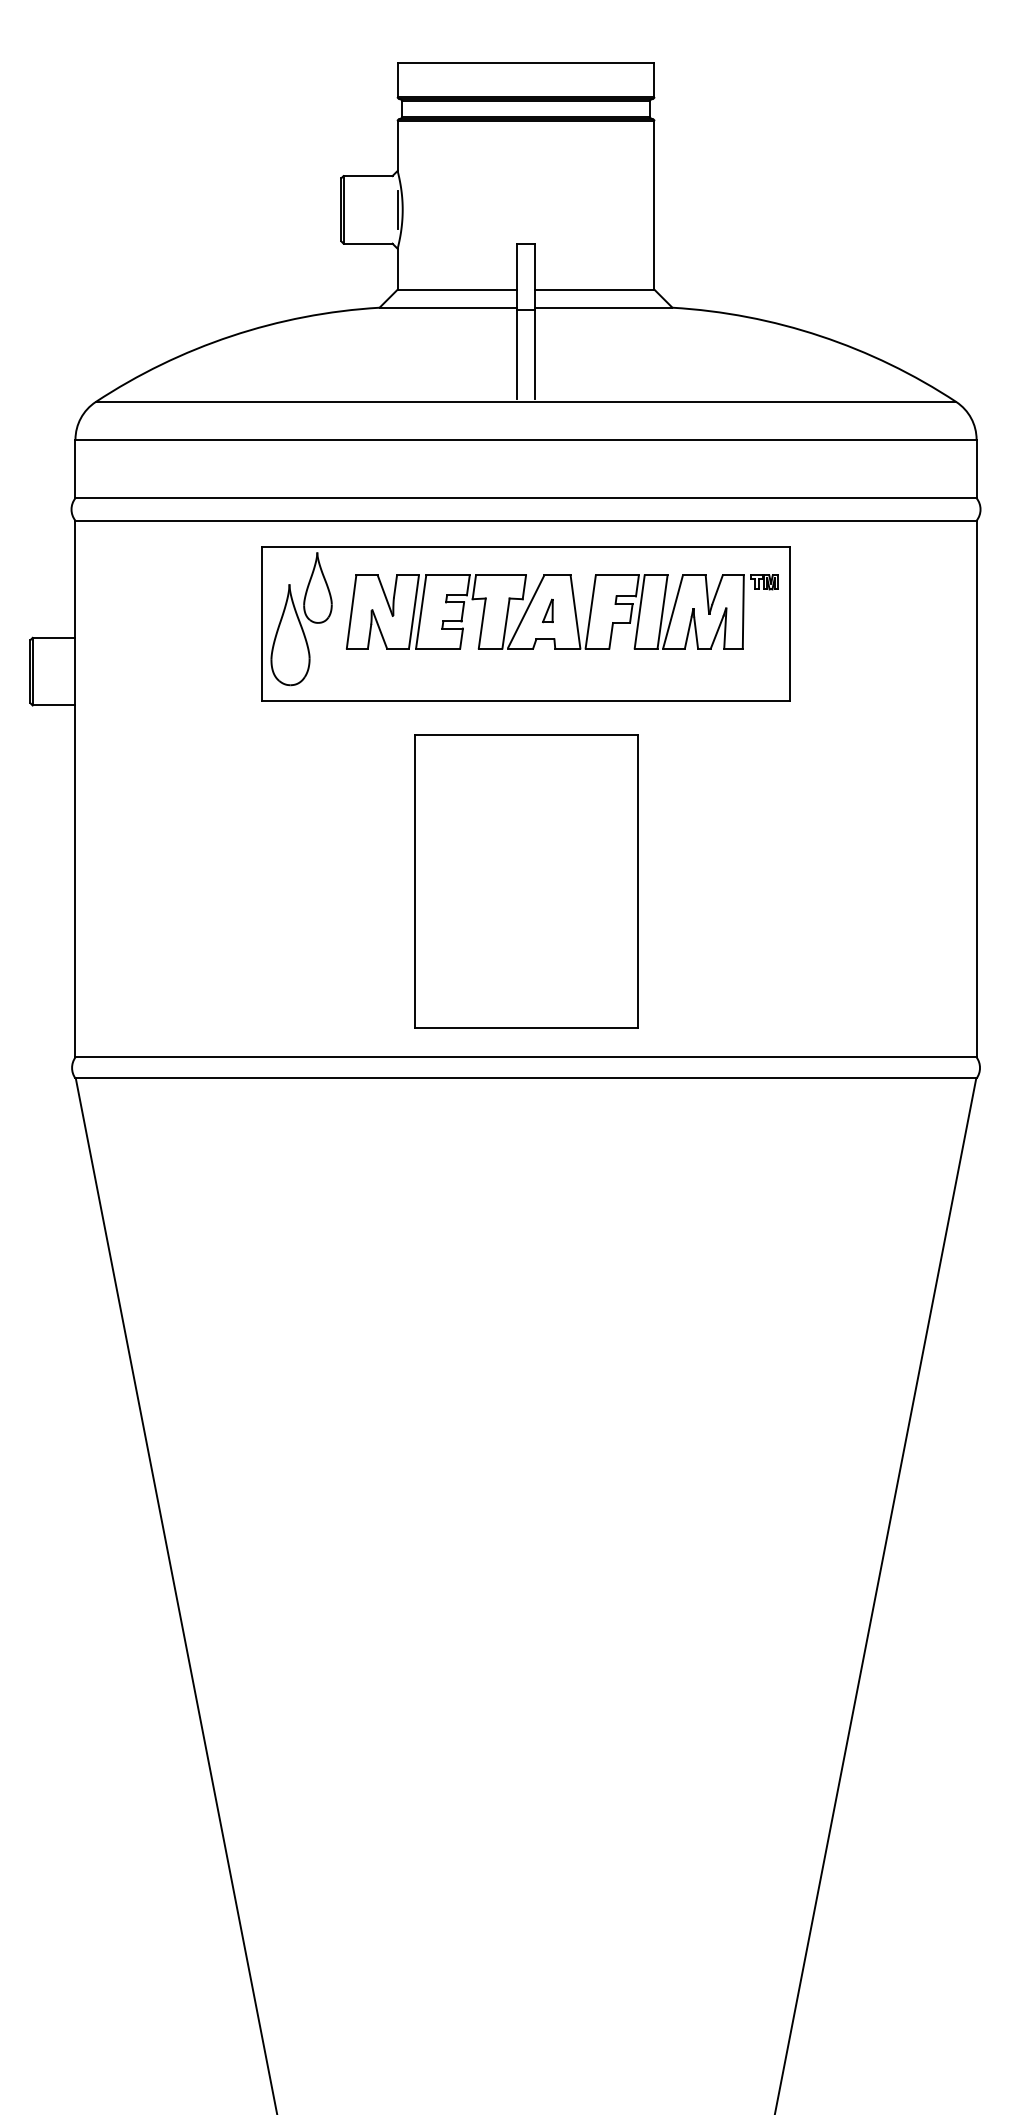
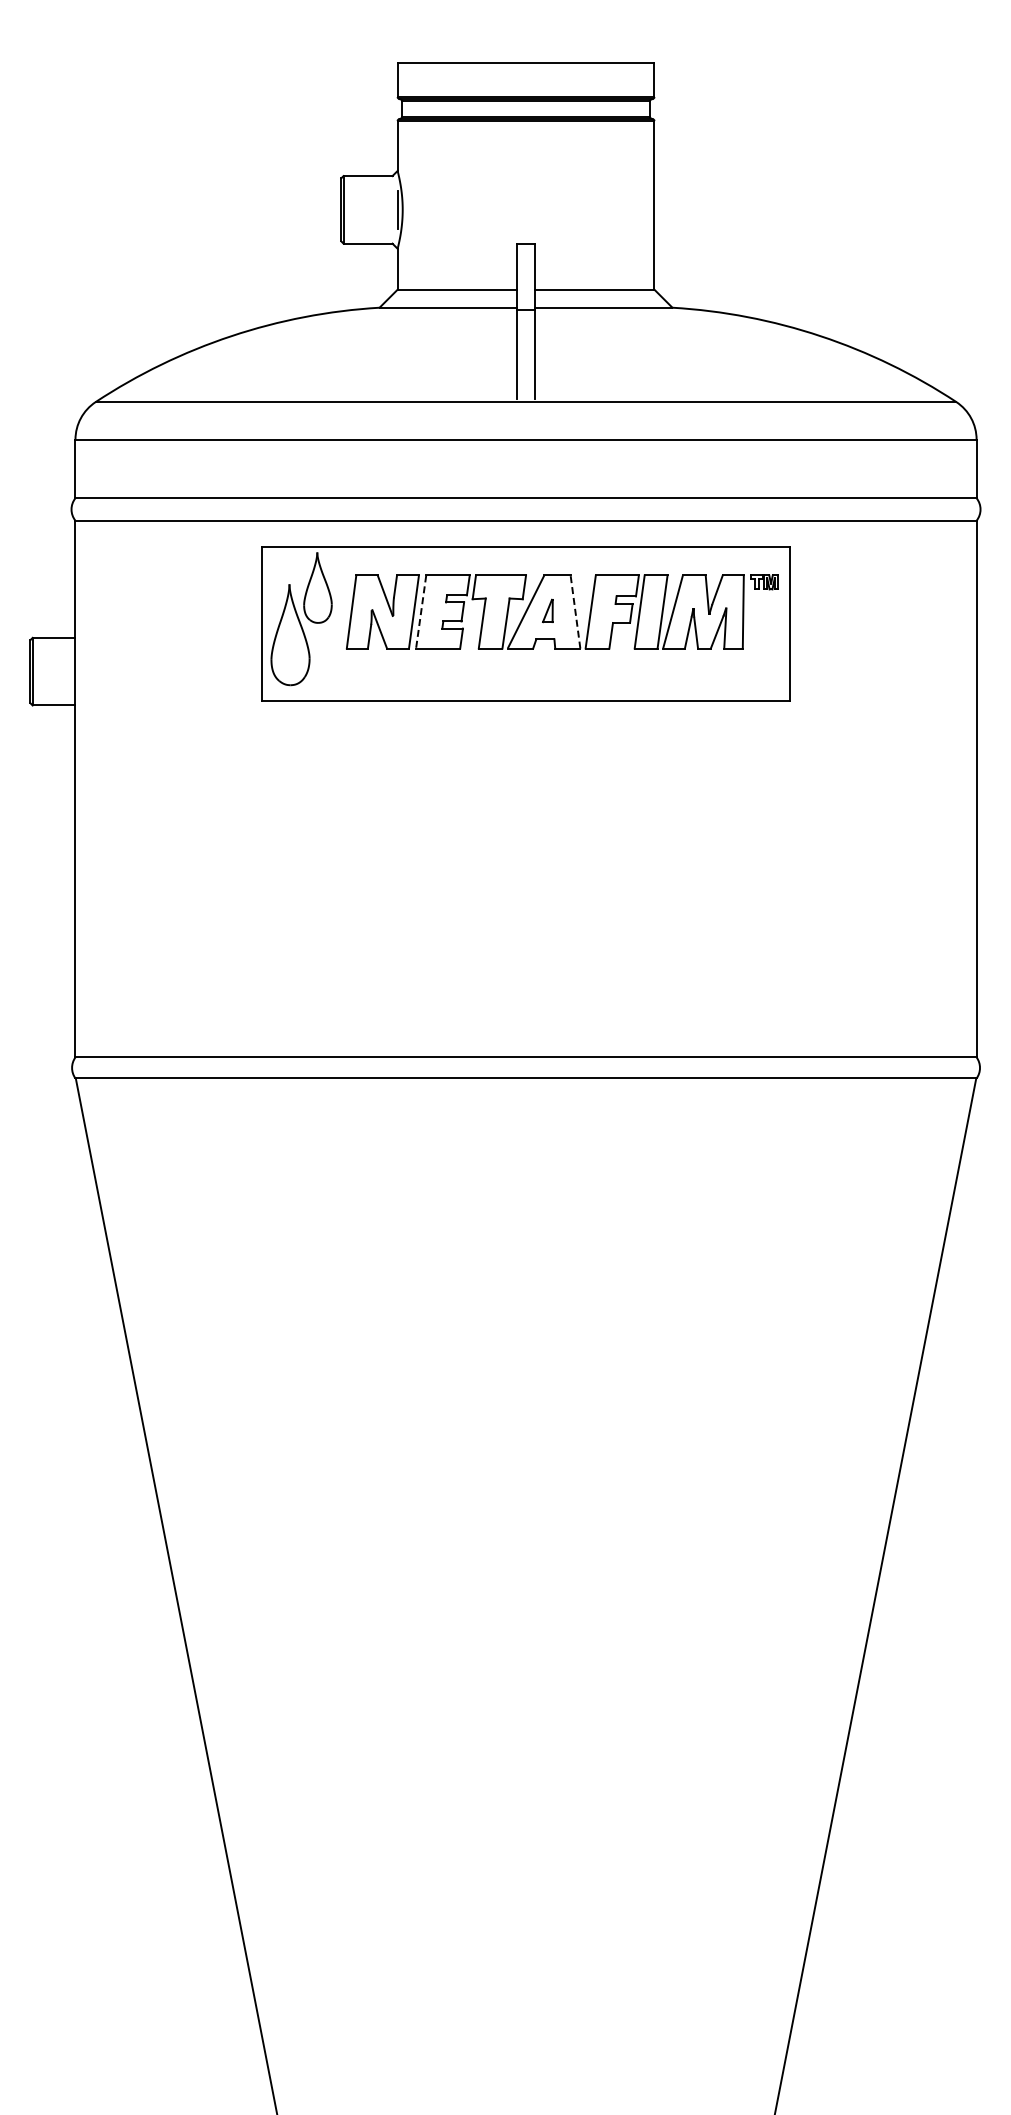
line at (421, 612): solid -> dashed
line at (575, 612): solid -> dashed
part at (526, 881): present -> none
